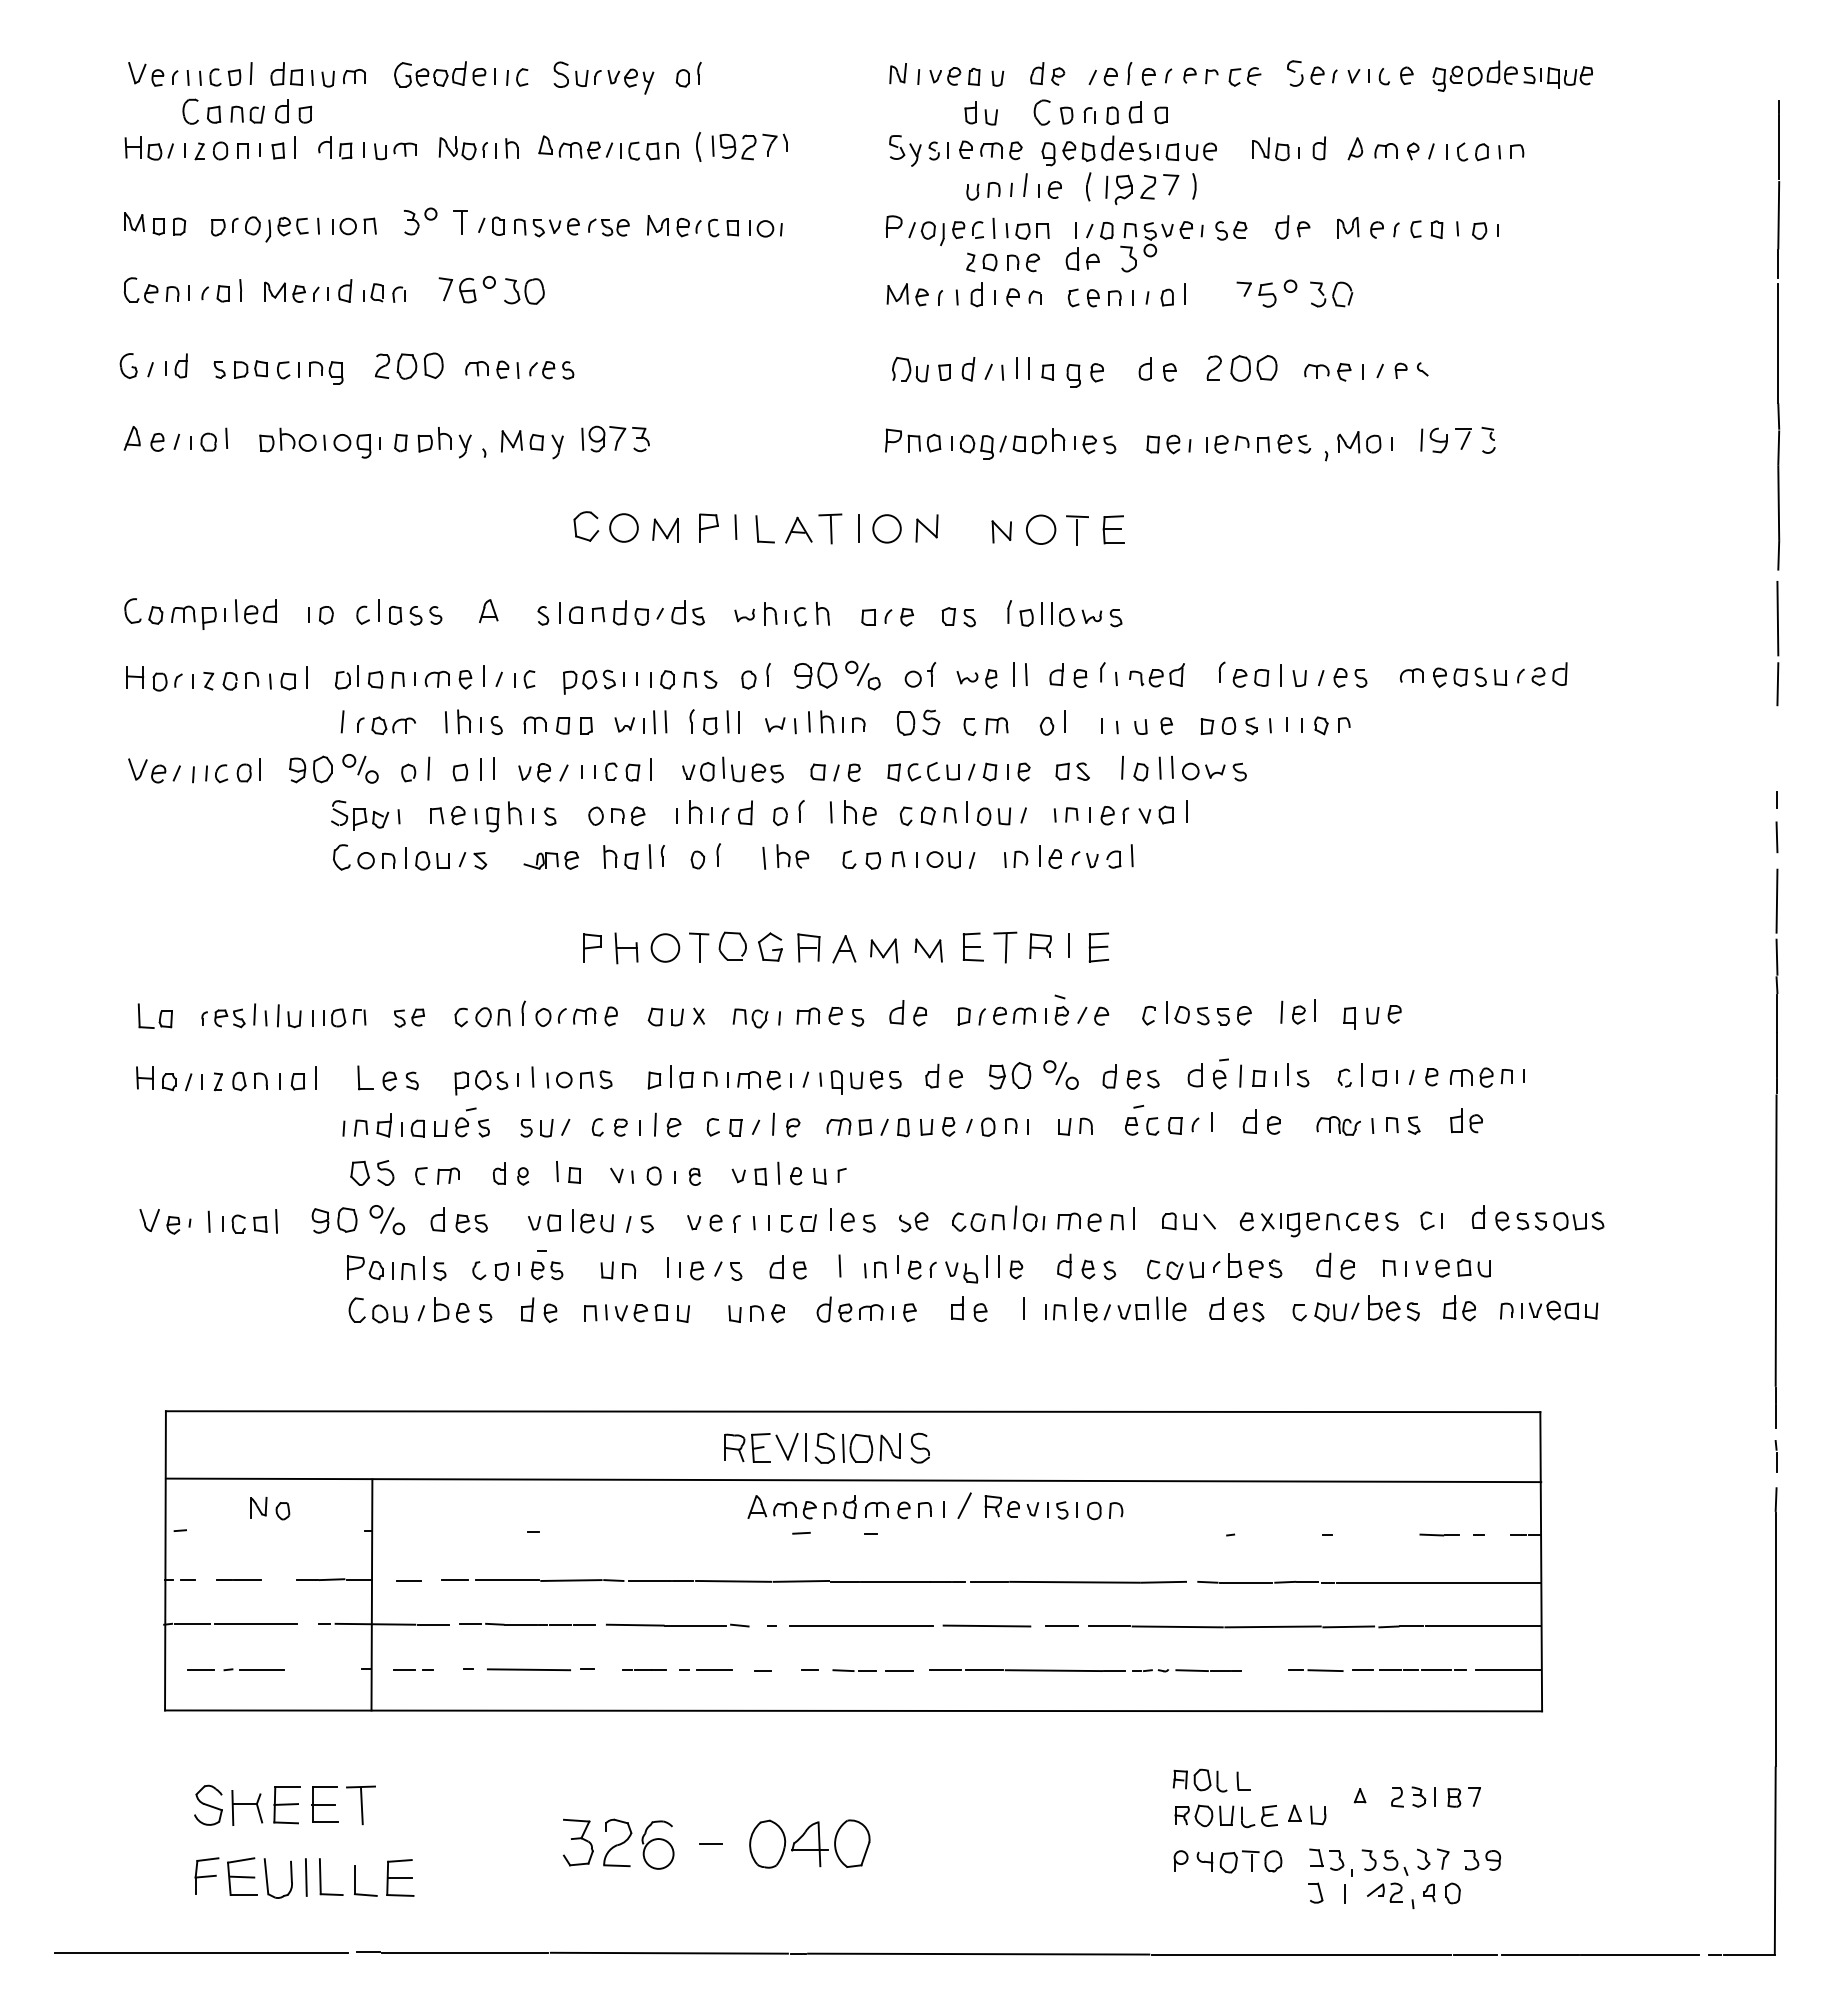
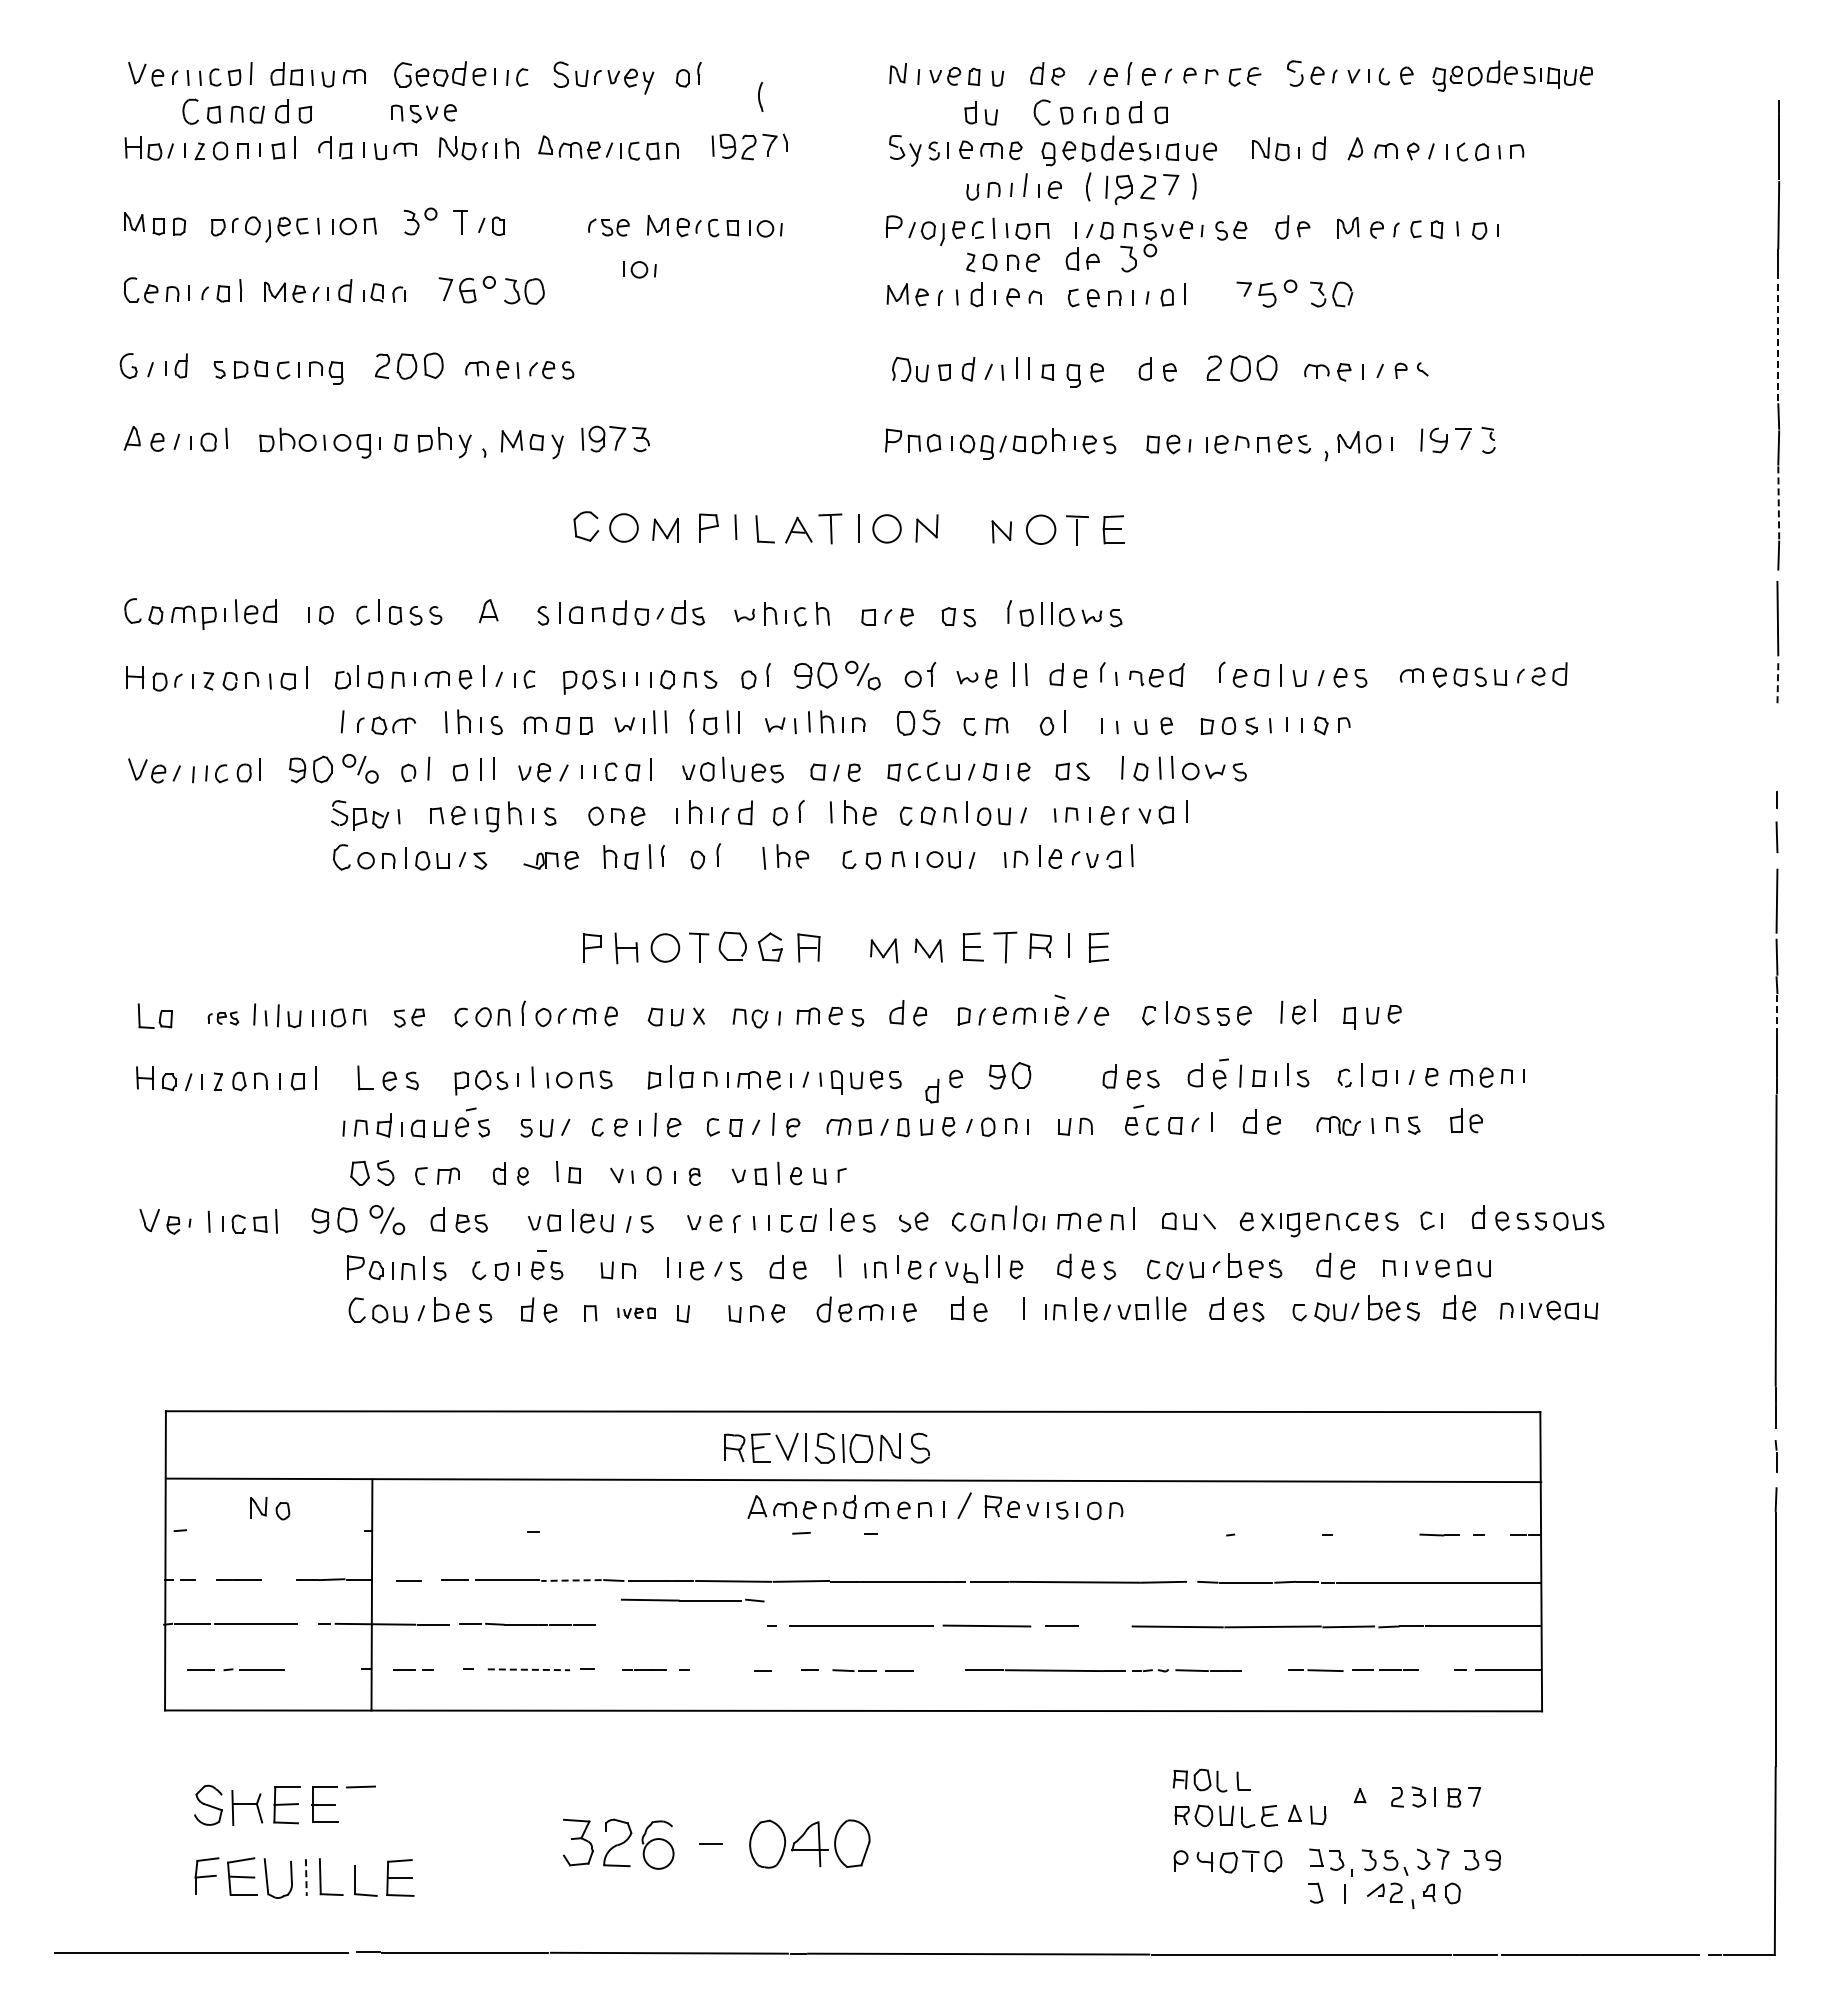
part at (698, 146) position: (698, 146) -> (760, 96)
part at (546, 227) position: (546, 227) -> (423, 113)
part at (639, 269): none -> present
line at (1778, 343): solid -> dashed
line at (1778, 503): solid -> dashed
line at (1777, 684): solid -> dashed
part at (844, 949): present -> none
line at (1776, 1013): solid -> dashed
part at (223, 1018) size: 45x21 px -> 33x15 px
part at (1060, 1074): present -> none
part at (932, 1075) position: (932, 1075) -> (932, 1090)
part at (636, 1313) size: 63x19 px -> 39x12 px
line at (570, 1580): solid -> dashed
part at (677, 1625) position: (677, 1625) -> (692, 1600)
line at (1109, 1626): present -> none
line at (529, 1669): solid -> dashed
line at (713, 1670): present -> none
line at (945, 1670): present -> none
line at (1436, 1670): present -> none
line at (361, 1806): present -> none
line at (306, 1878): solid -> dashed
